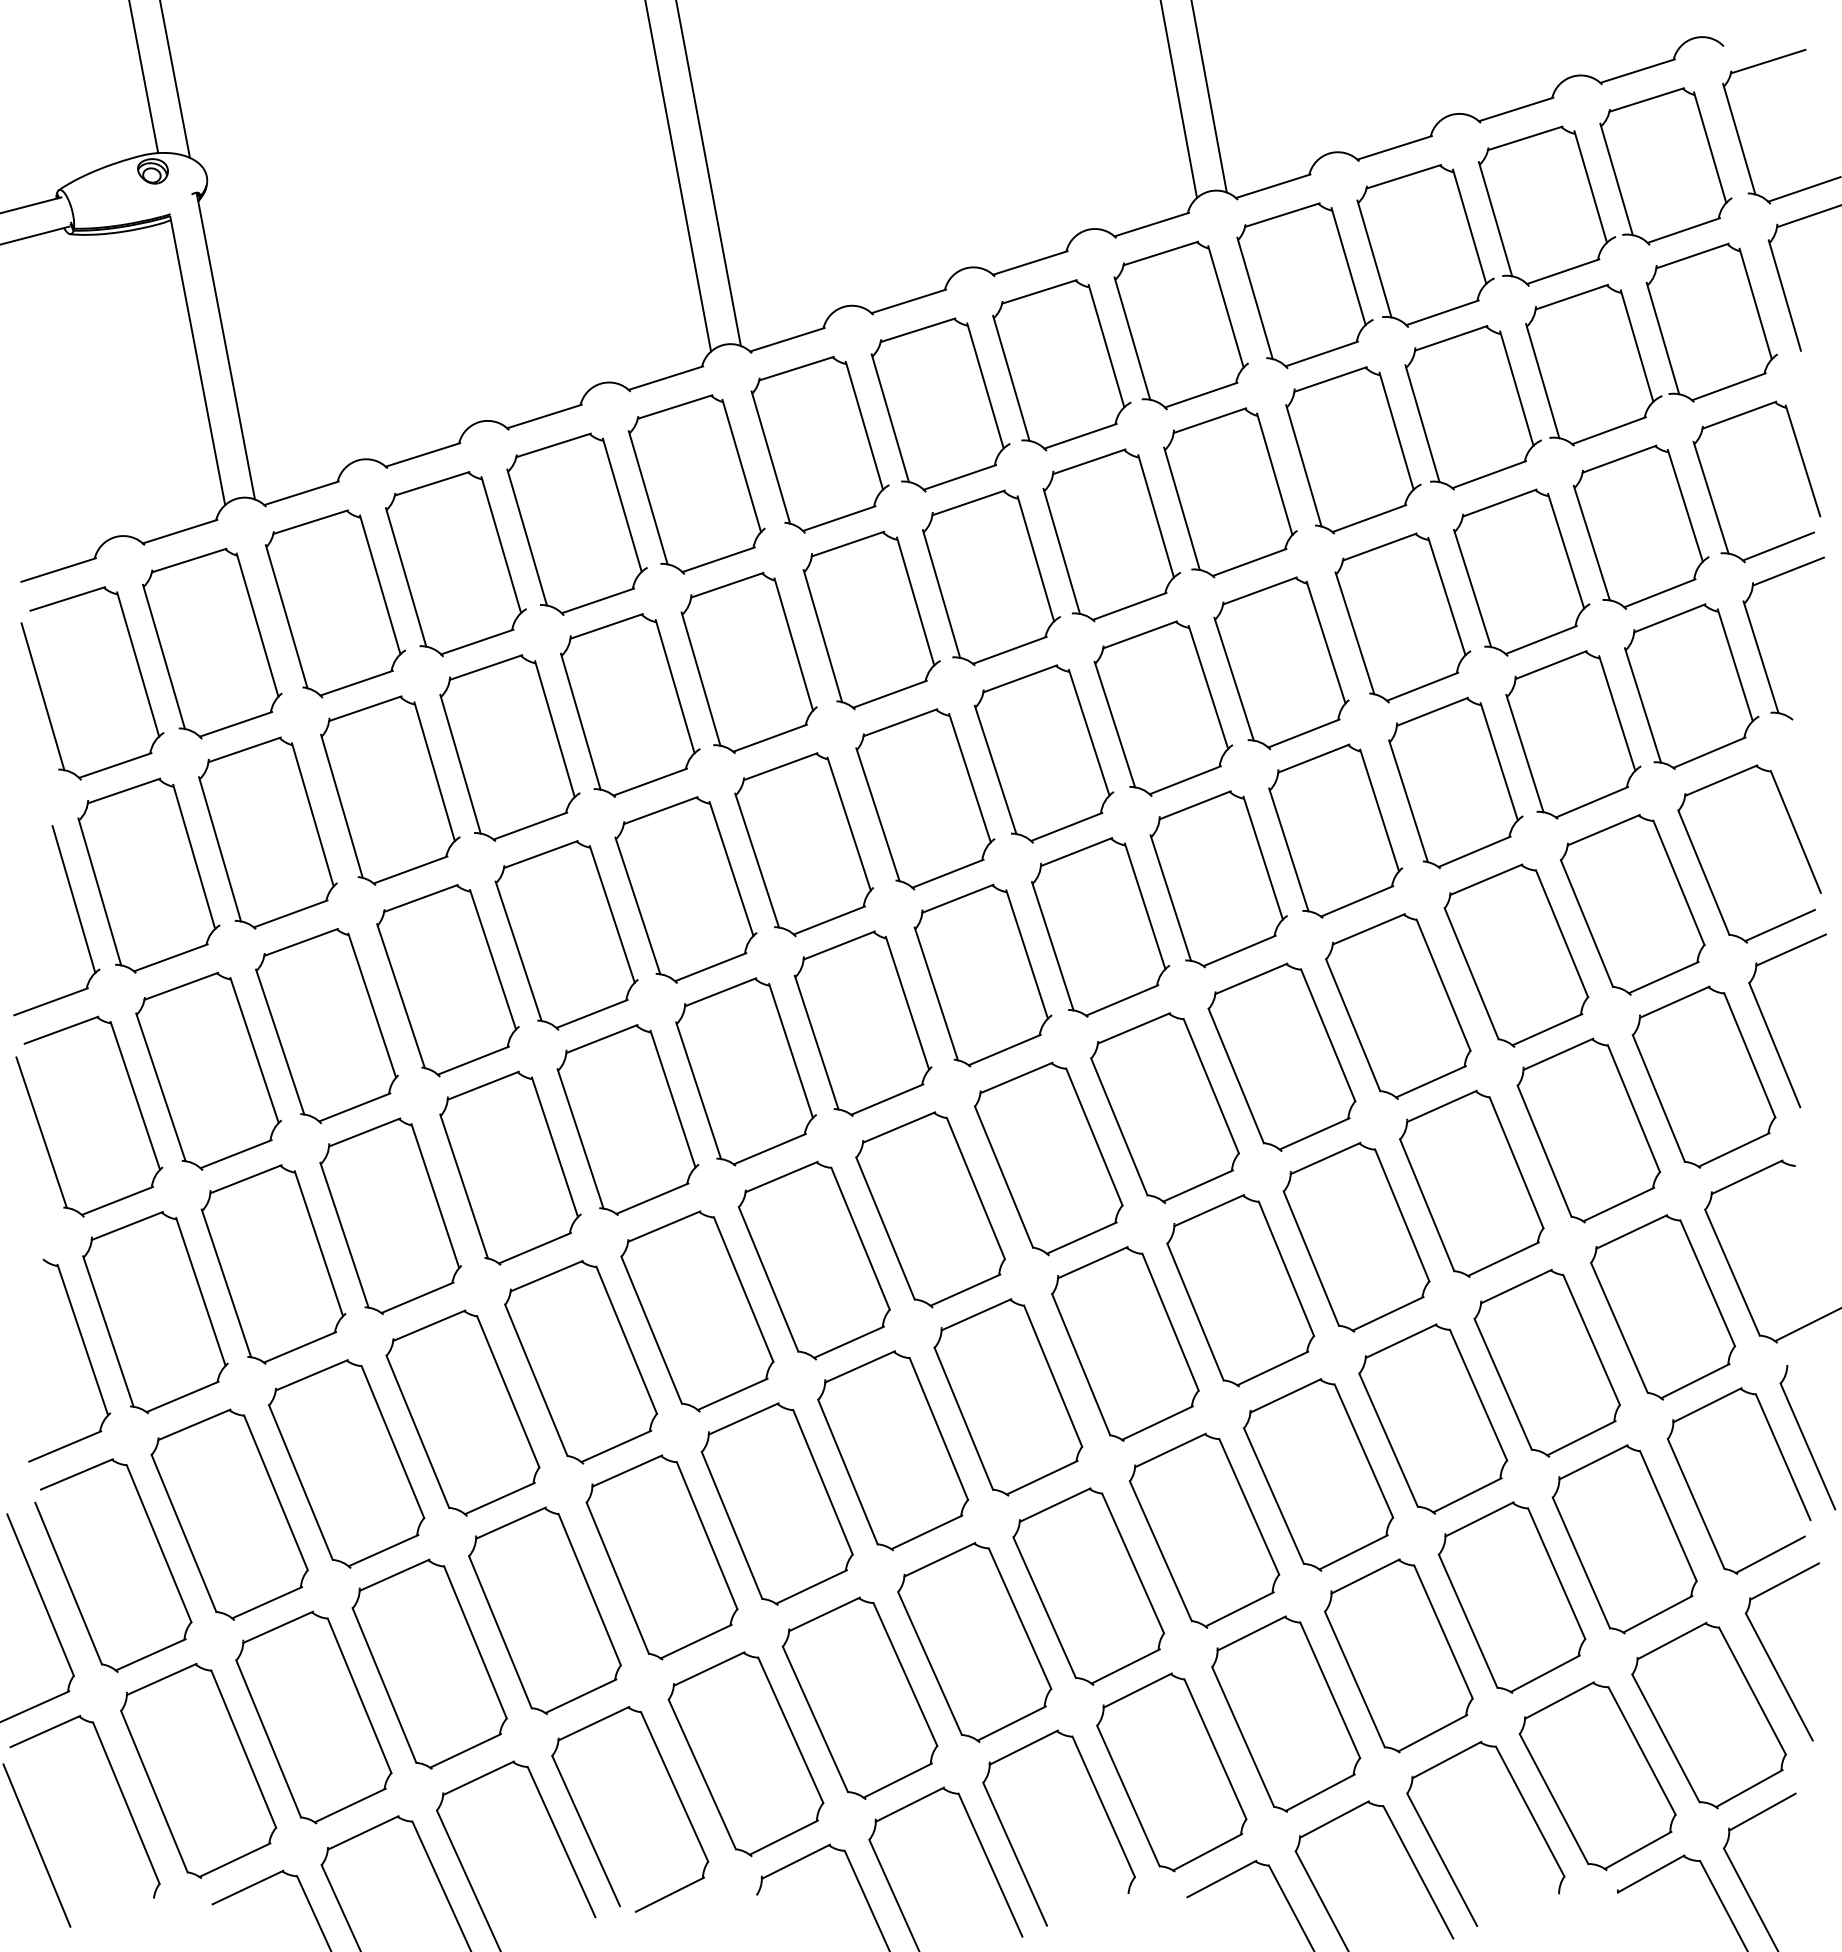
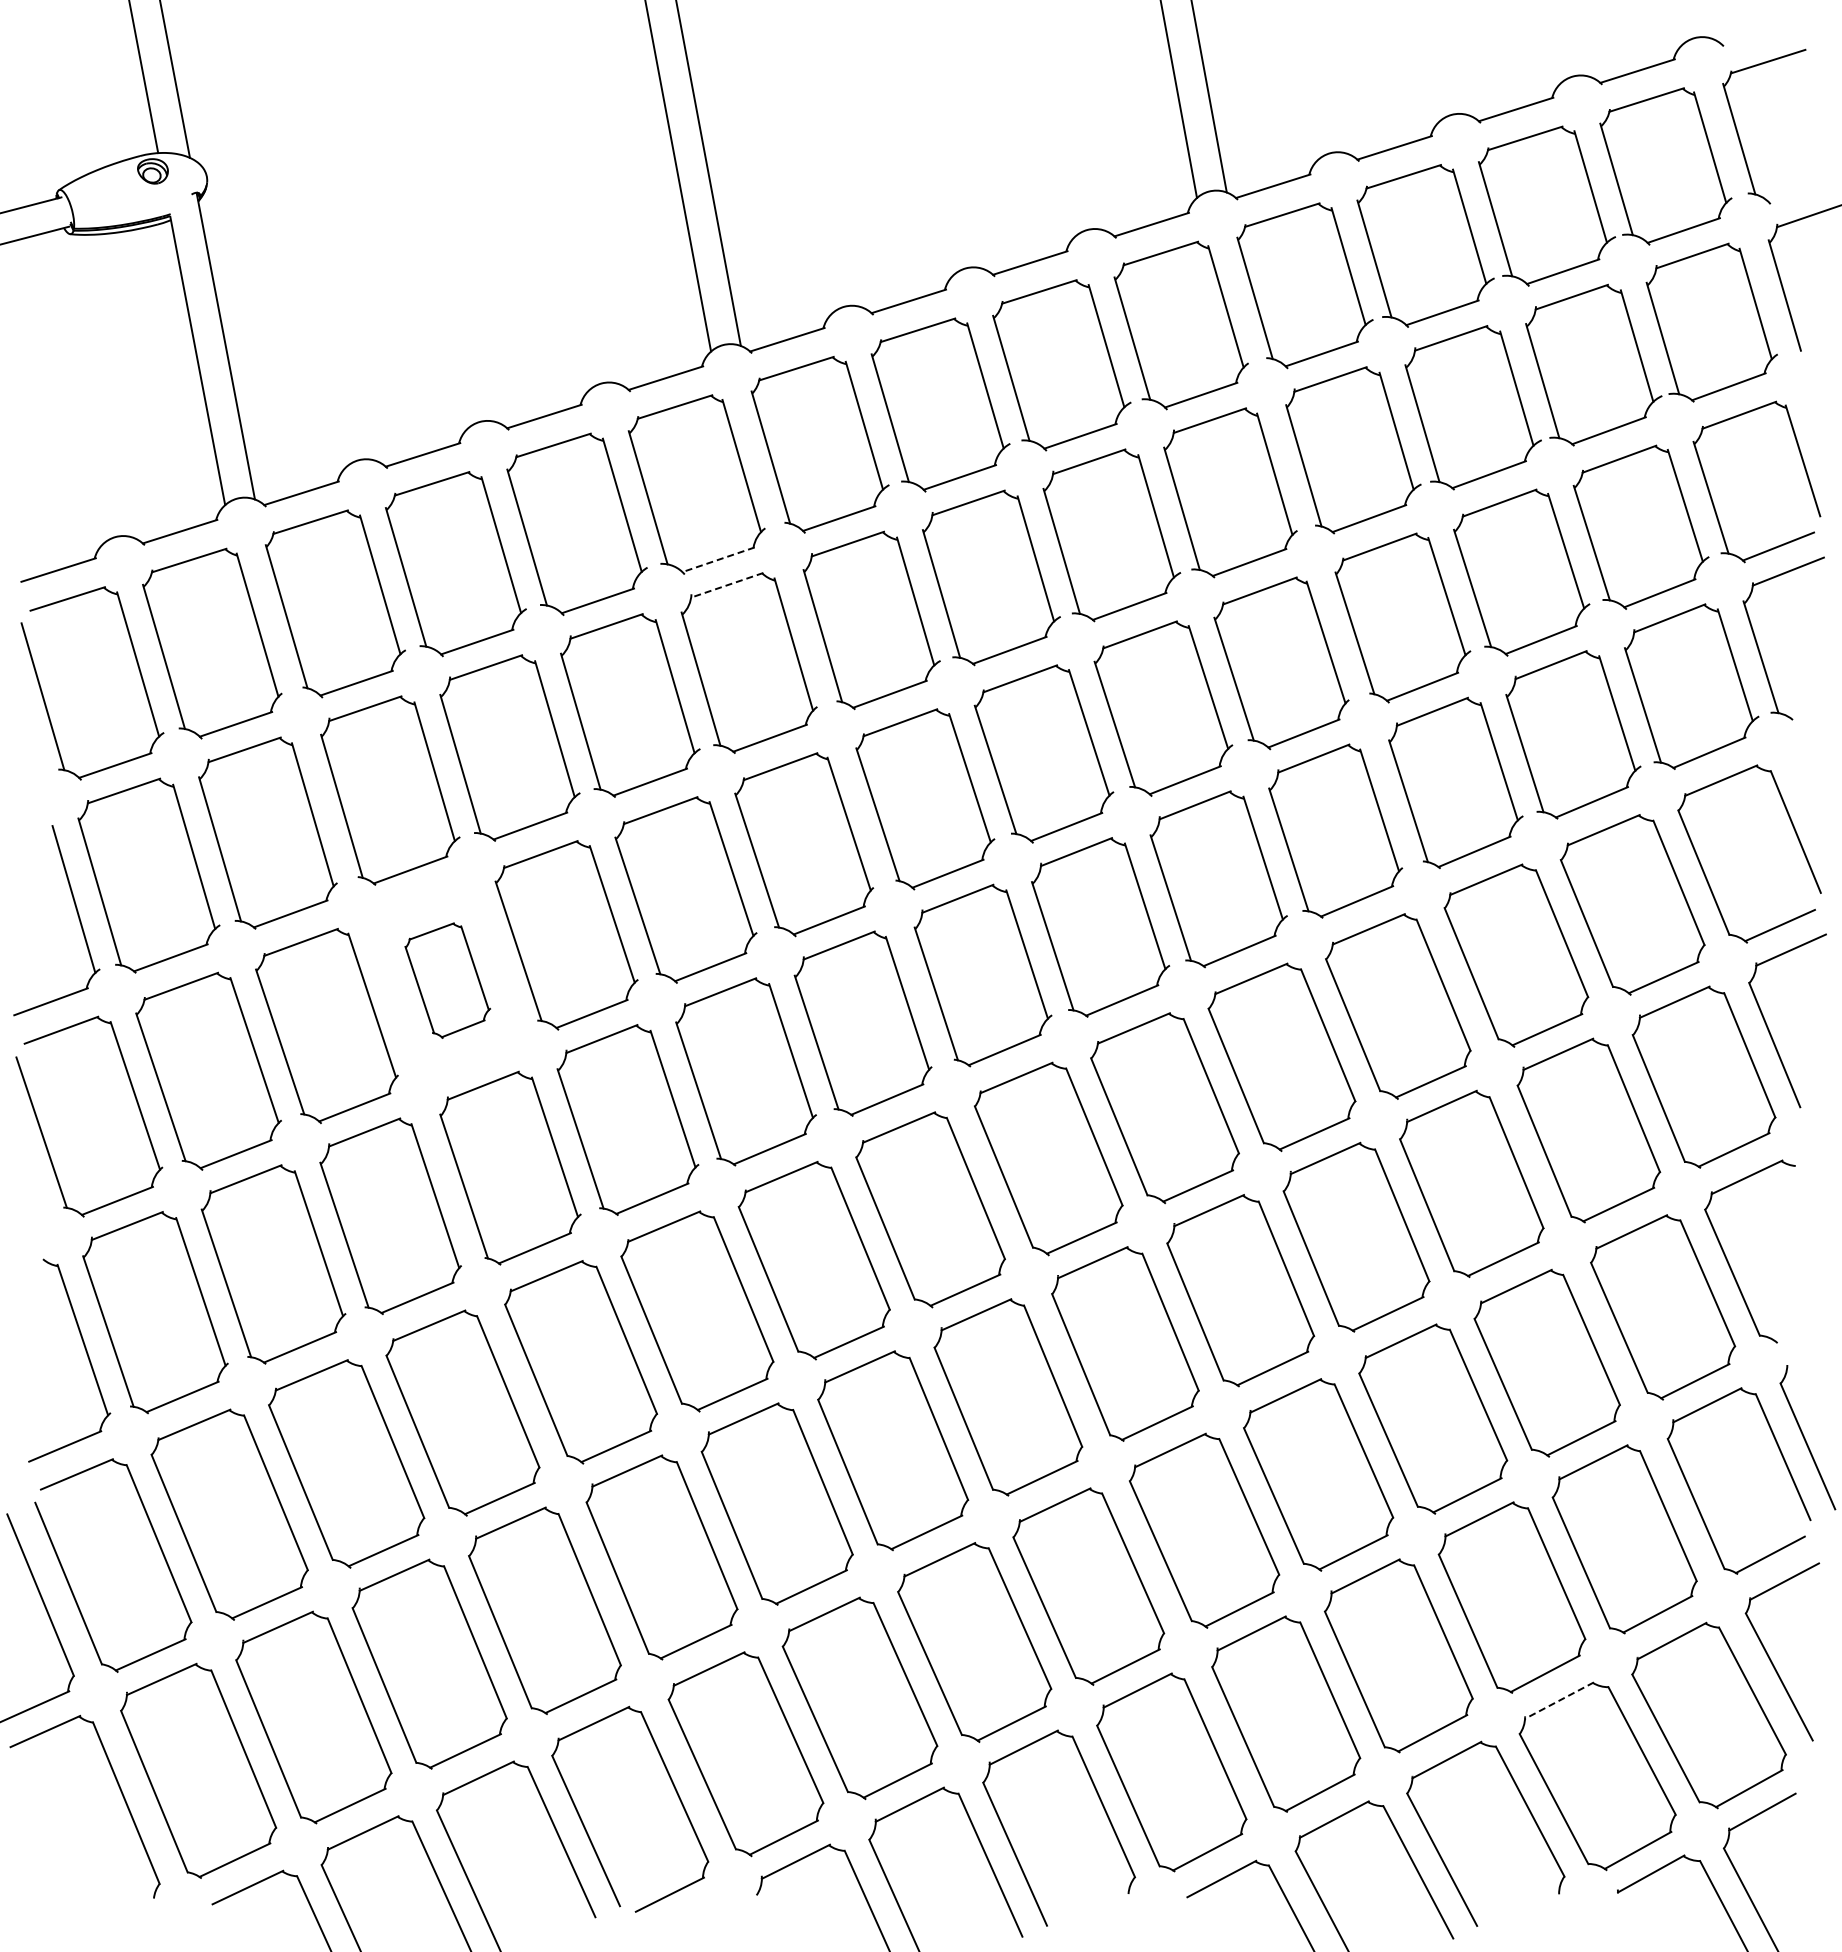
line at (1803, 189): present -> none
line at (718, 559): solid -> dashed
line at (726, 585): solid -> dashed
part at (447, 980) size: 144x194 px -> 87x117 px
line at (1806, 1325): present -> none
line at (1559, 1700): solid -> dashed
line at (36, 1845): present -> none
